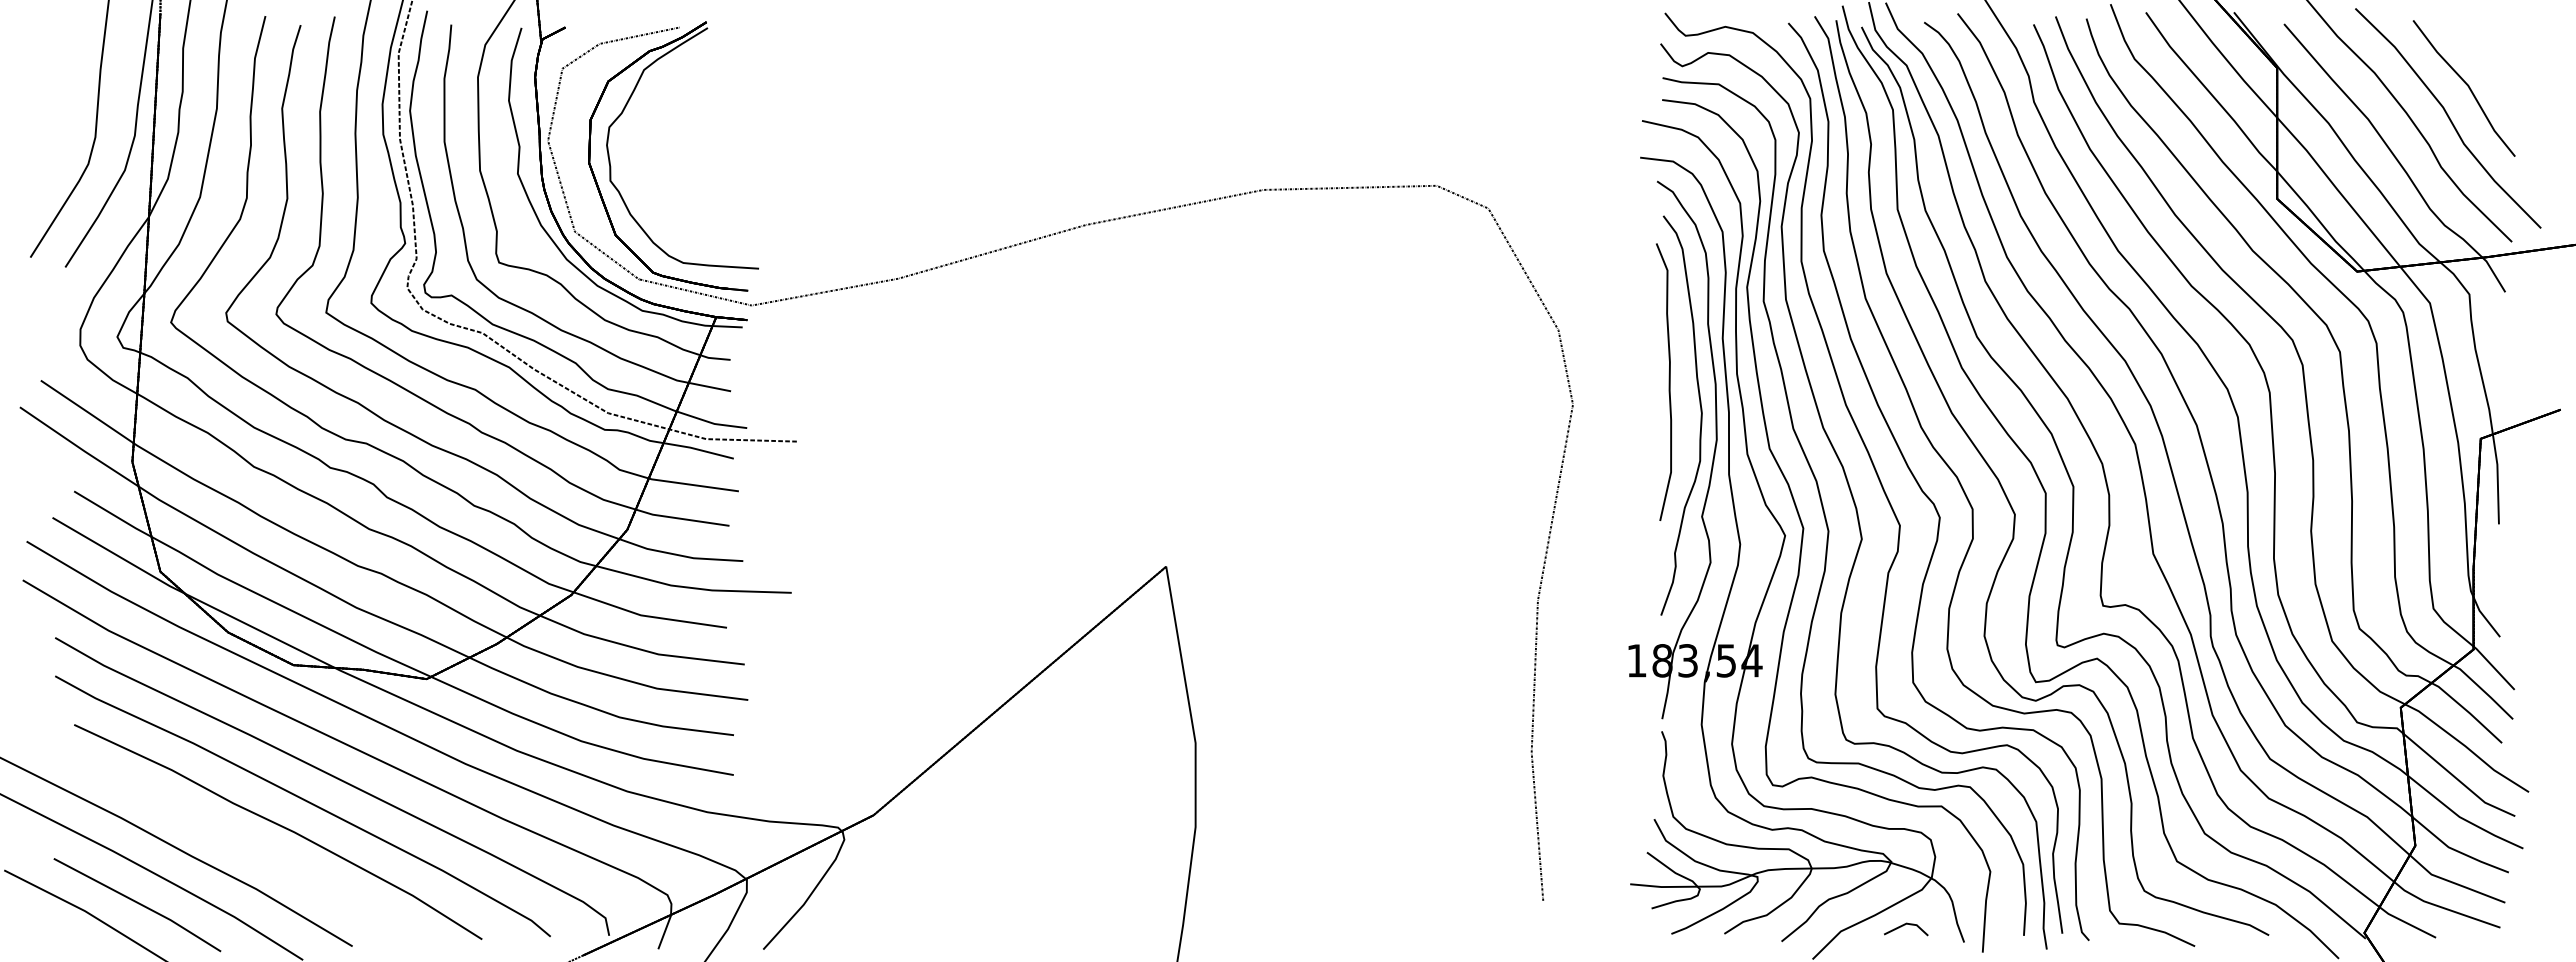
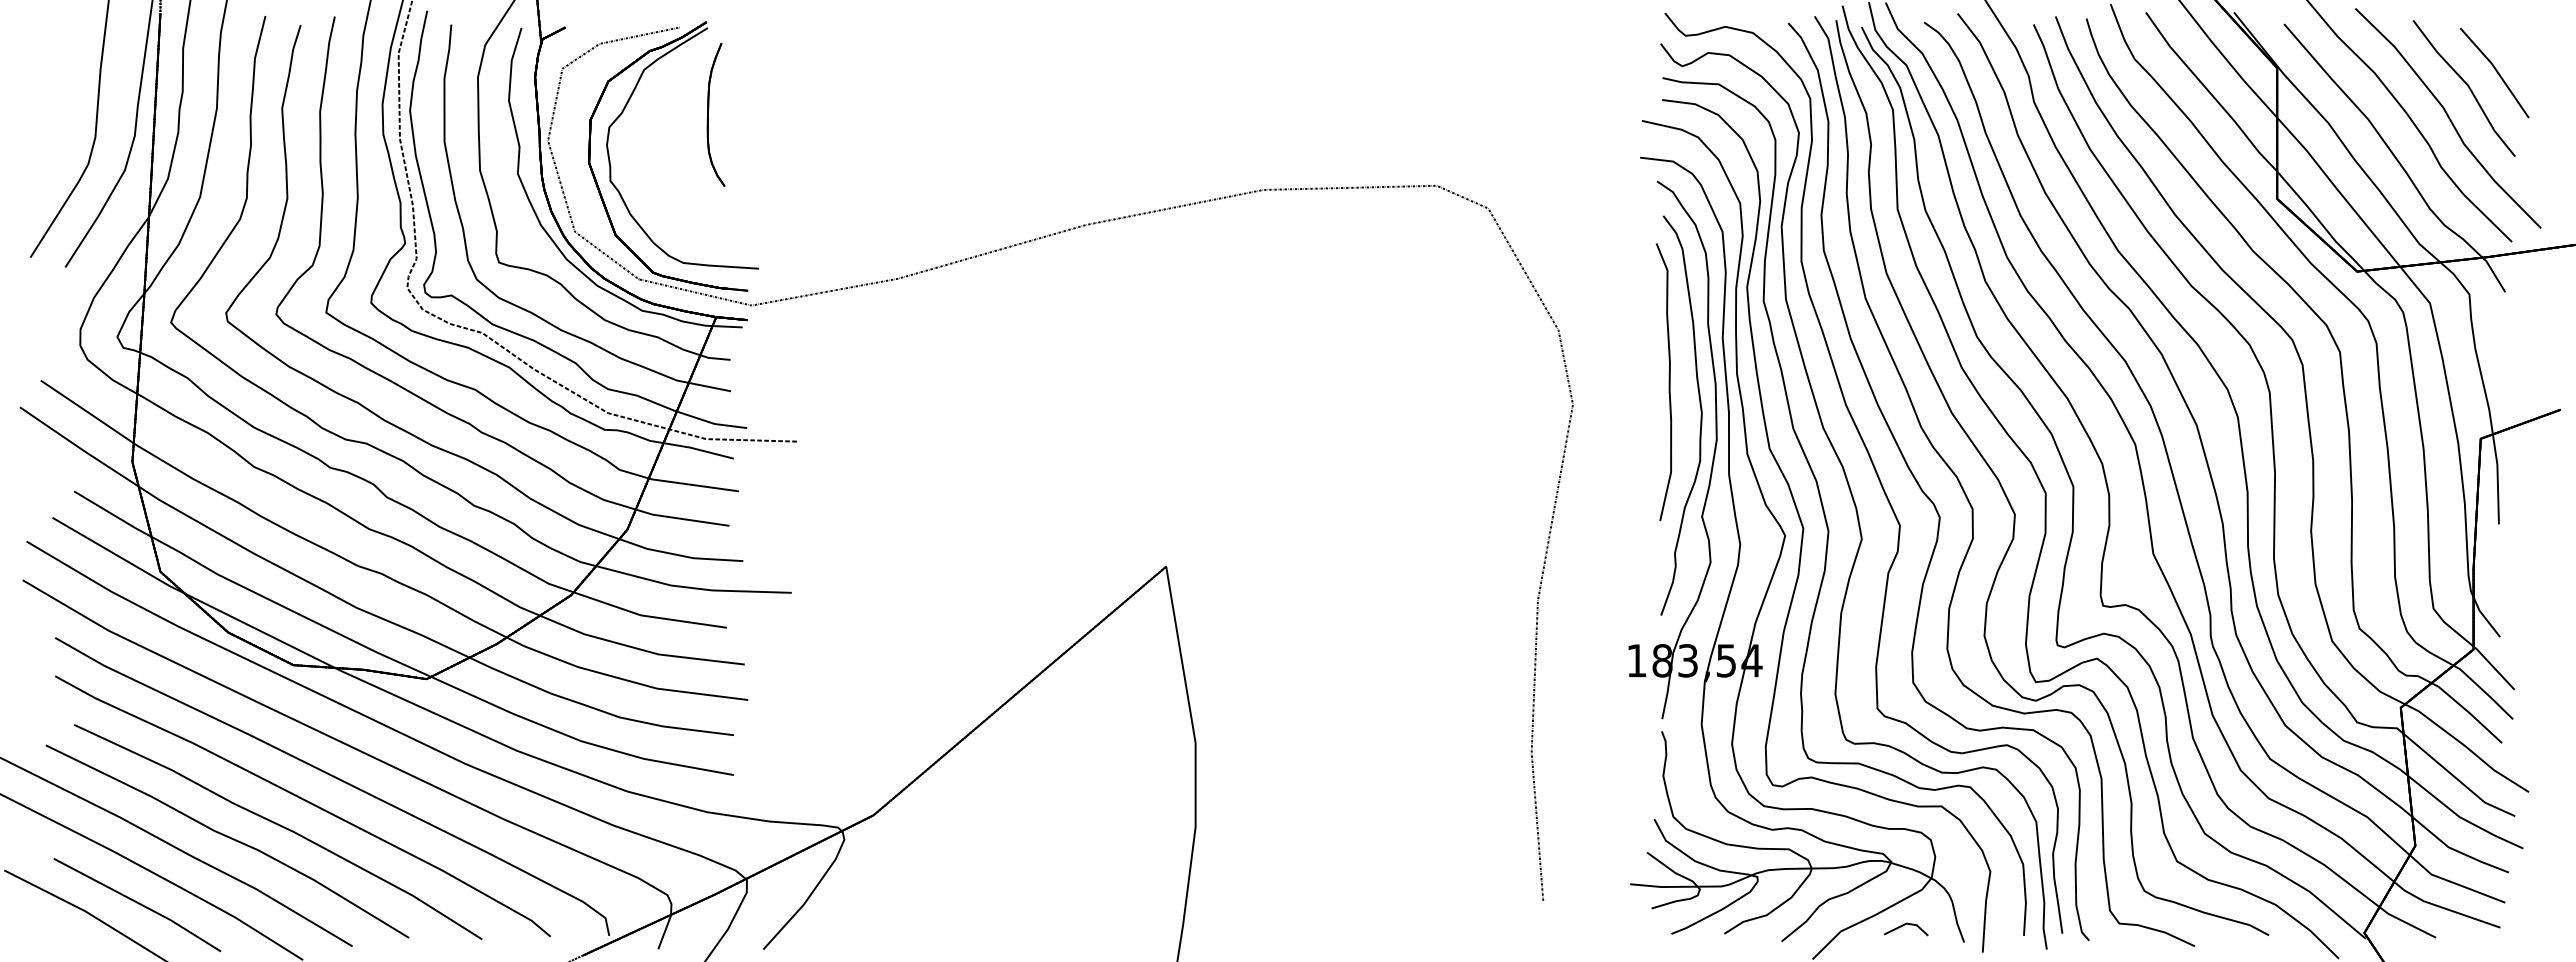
line at (2496, 72): none -> present
part at (708, 114): none -> present
curve at (228, 838): none -> present
